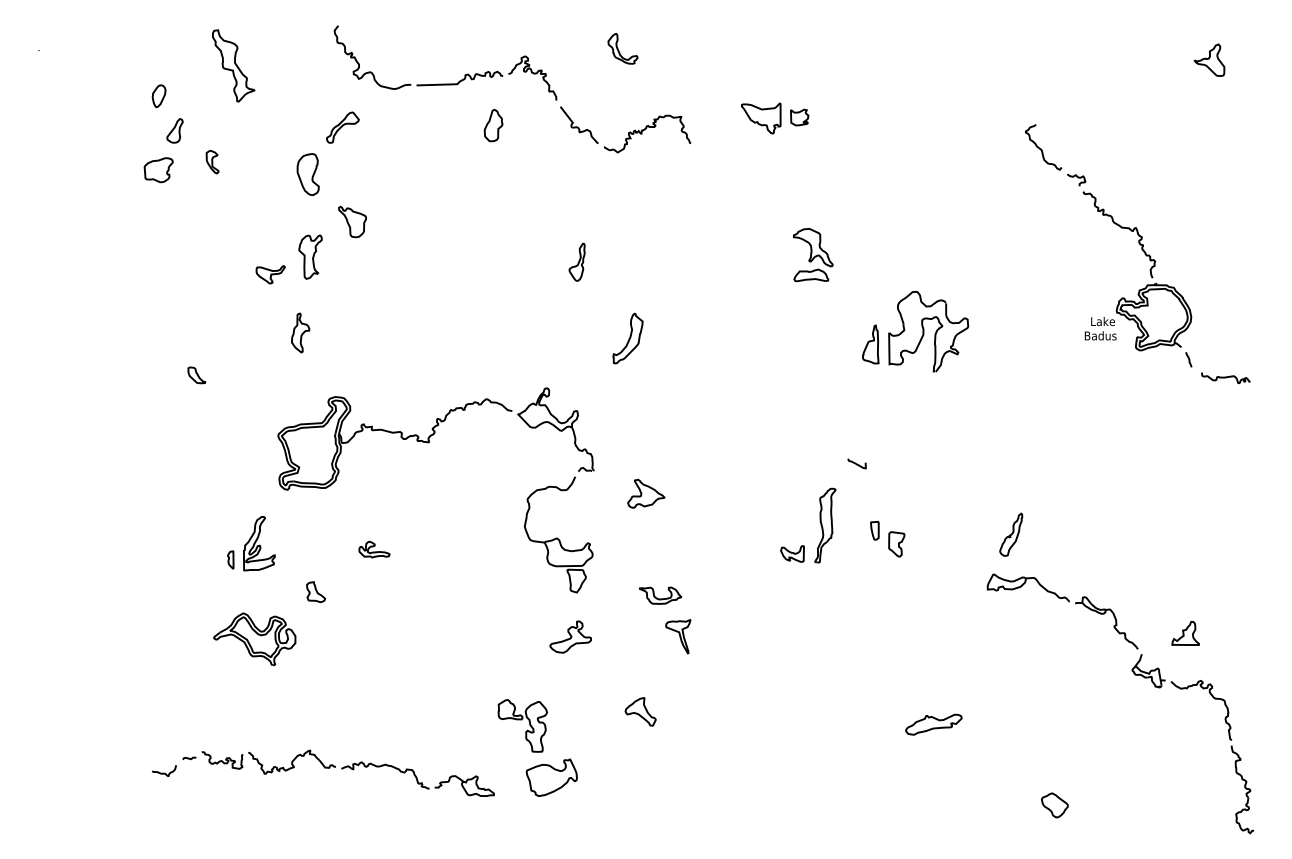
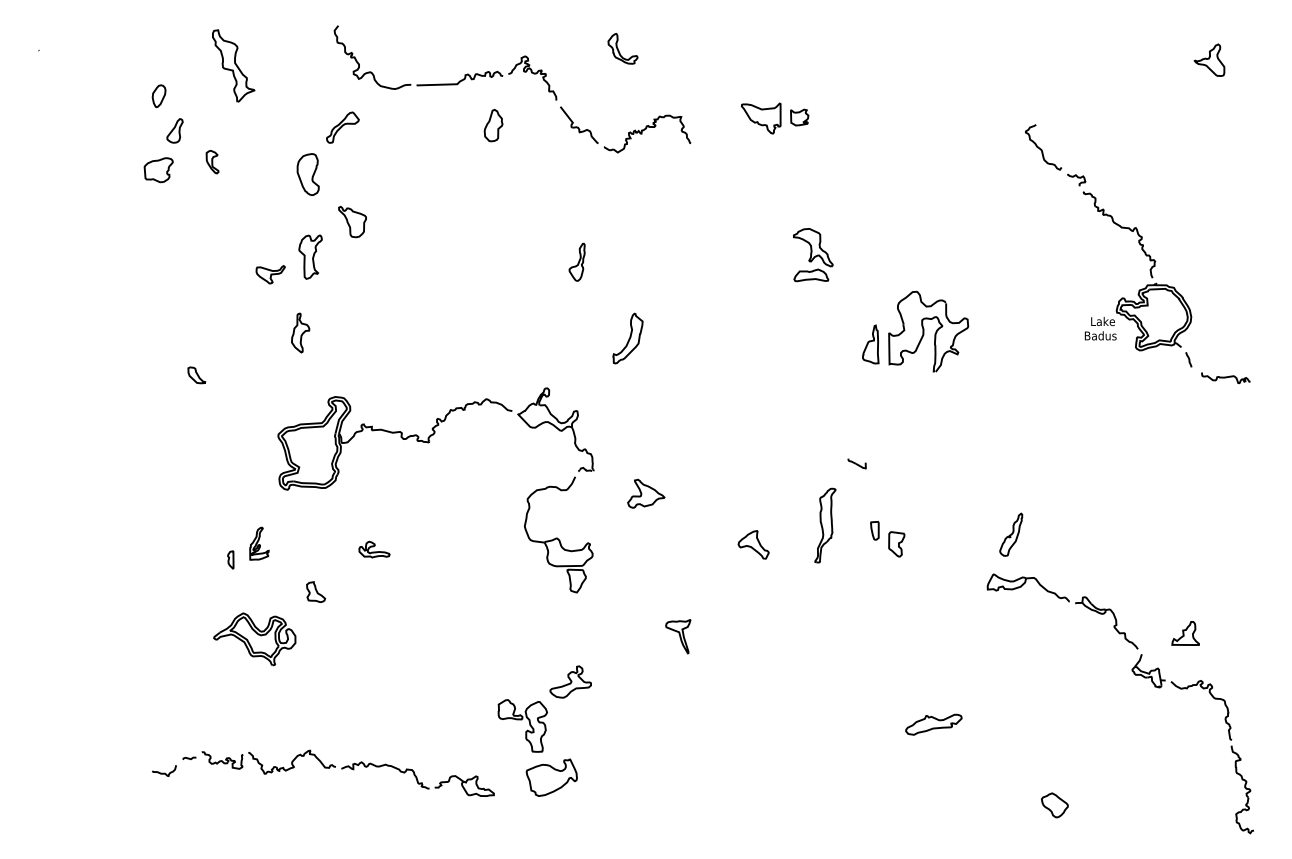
part at (259, 543) size: 33x56 px -> 21x35 px
part at (792, 553): present -> none
part at (660, 595): present -> none
part at (570, 636) position: (570, 636) -> (570, 681)
part at (640, 711) position: (640, 711) -> (753, 544)
